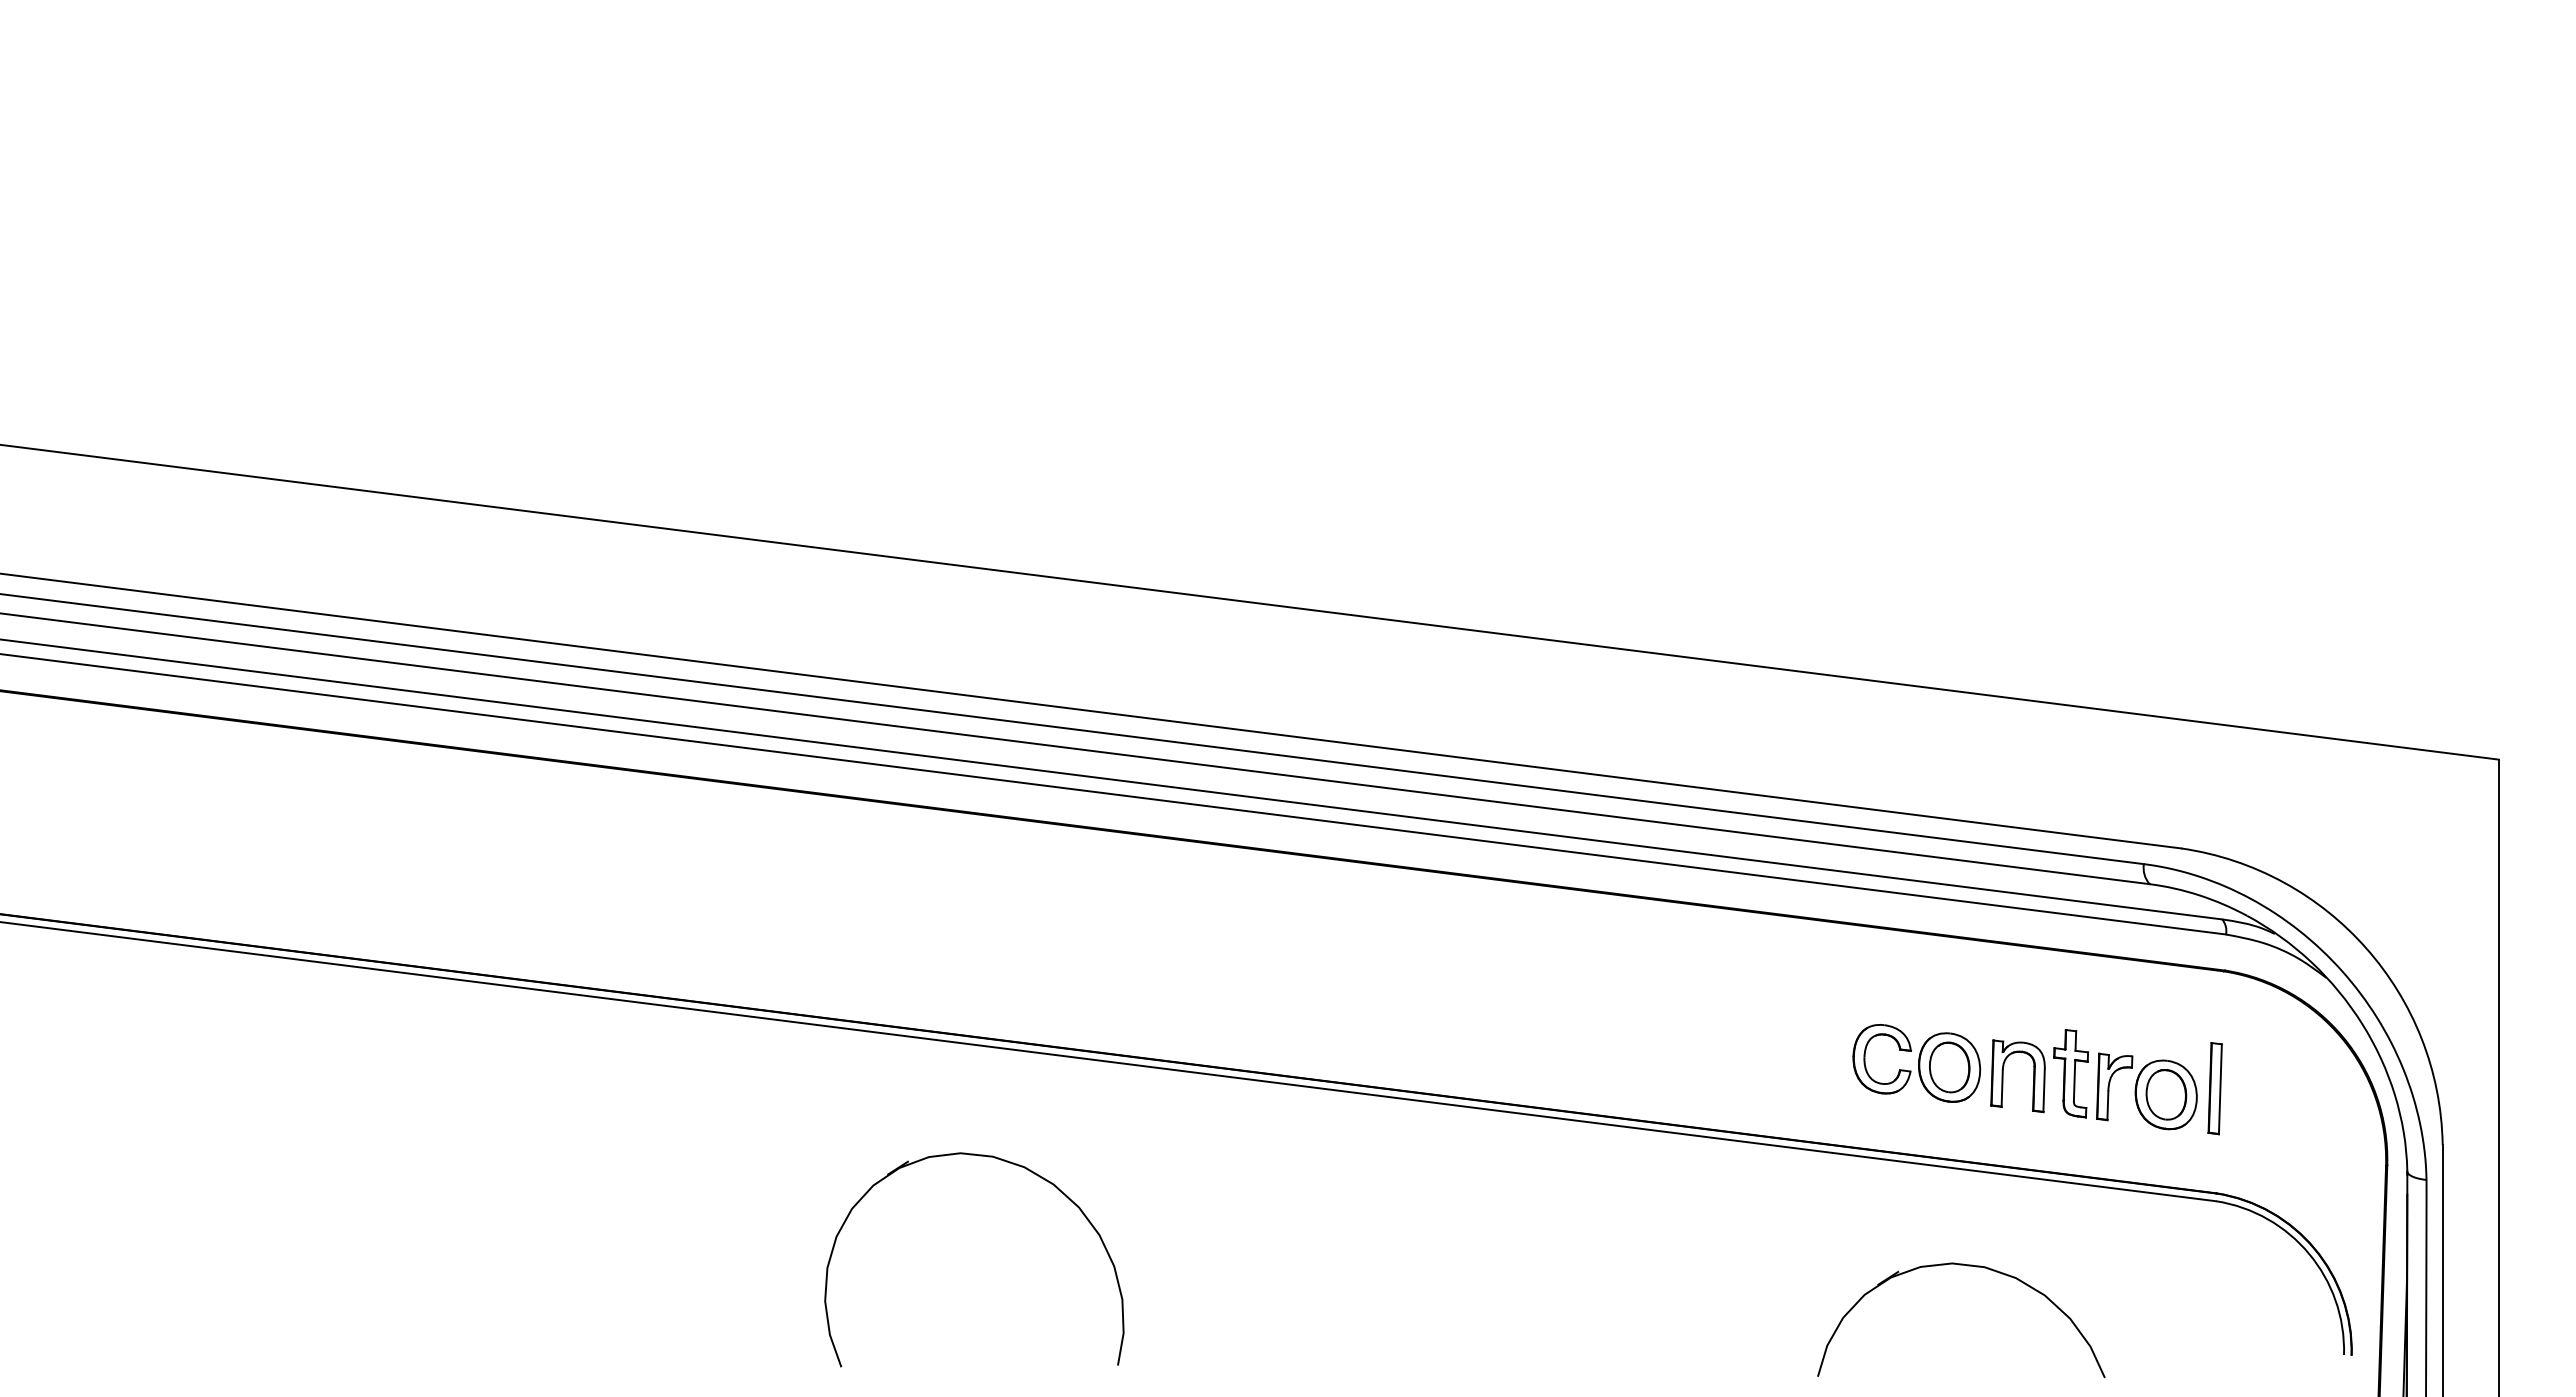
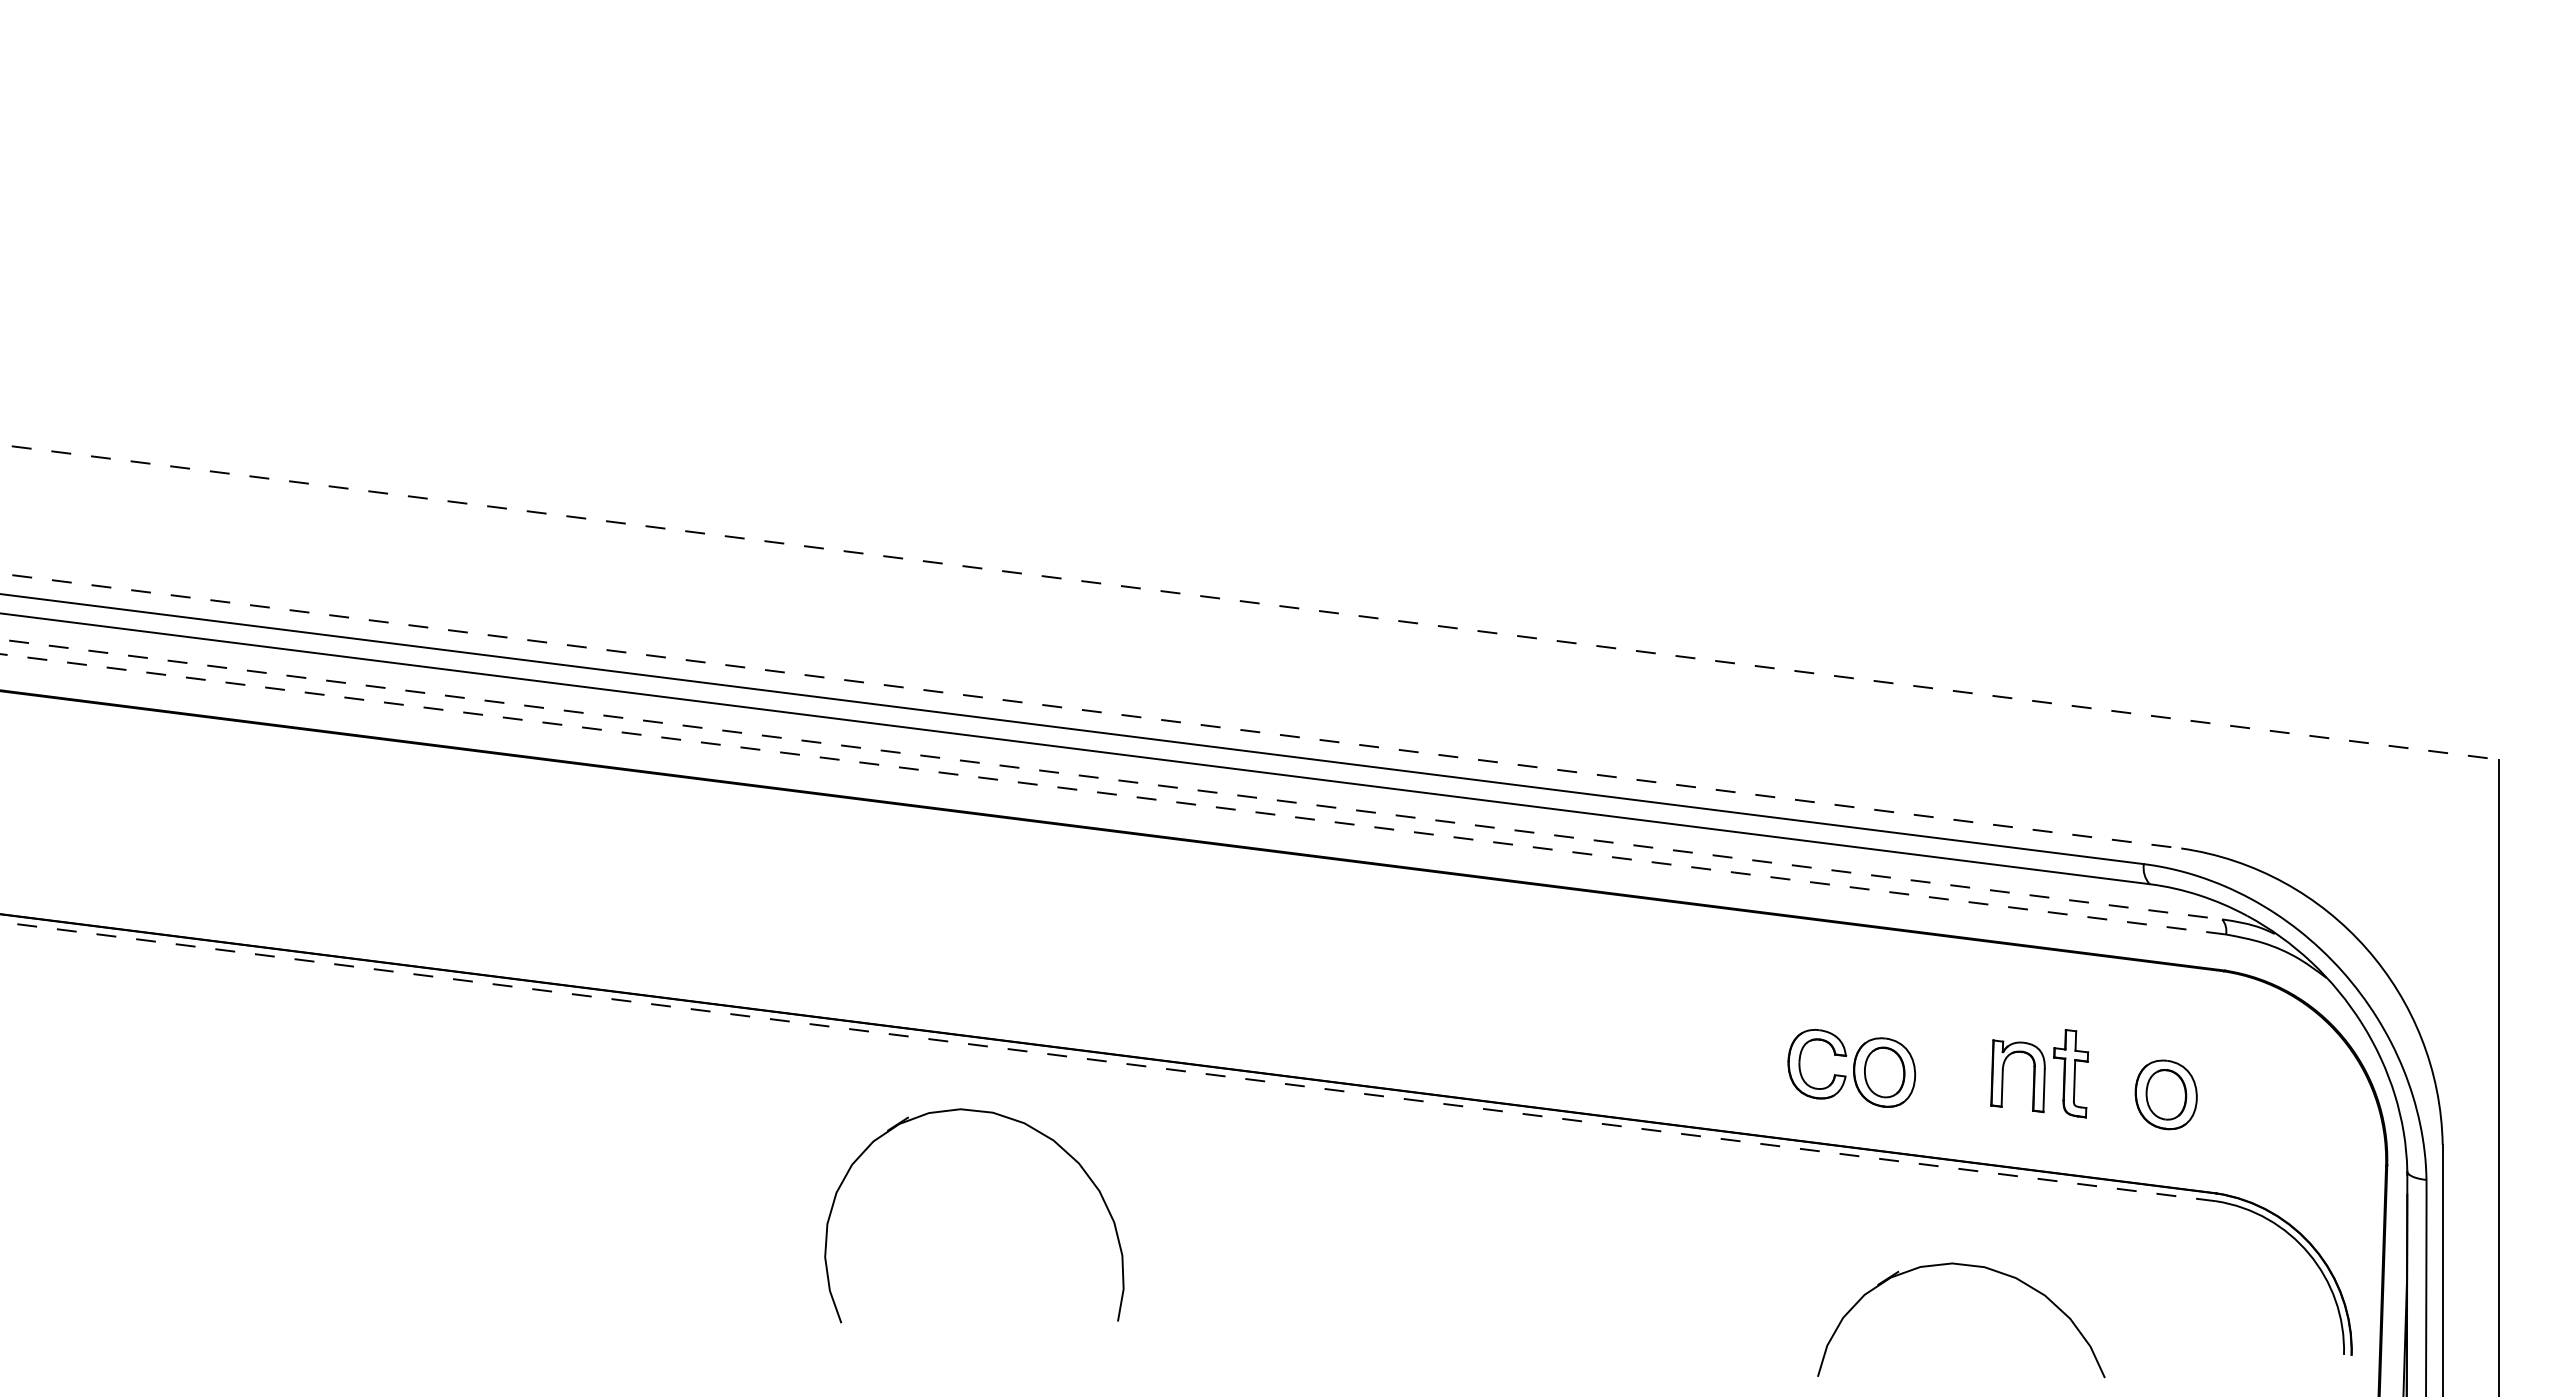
line at (1249, 602): solid -> dashed
line at (1090, 711): solid -> dashed
line at (1111, 779): solid -> dashed
line at (1112, 794): solid -> dashed
line at (1107, 1061): solid -> dashed
part at (1916, 1063) position: (1916, 1063) -> (1851, 1068)
part at (2114, 1086): present -> none
part at (2214, 1088): present -> none
part at (1006, 1162) position: (1006, 1162) -> (1006, 1118)
